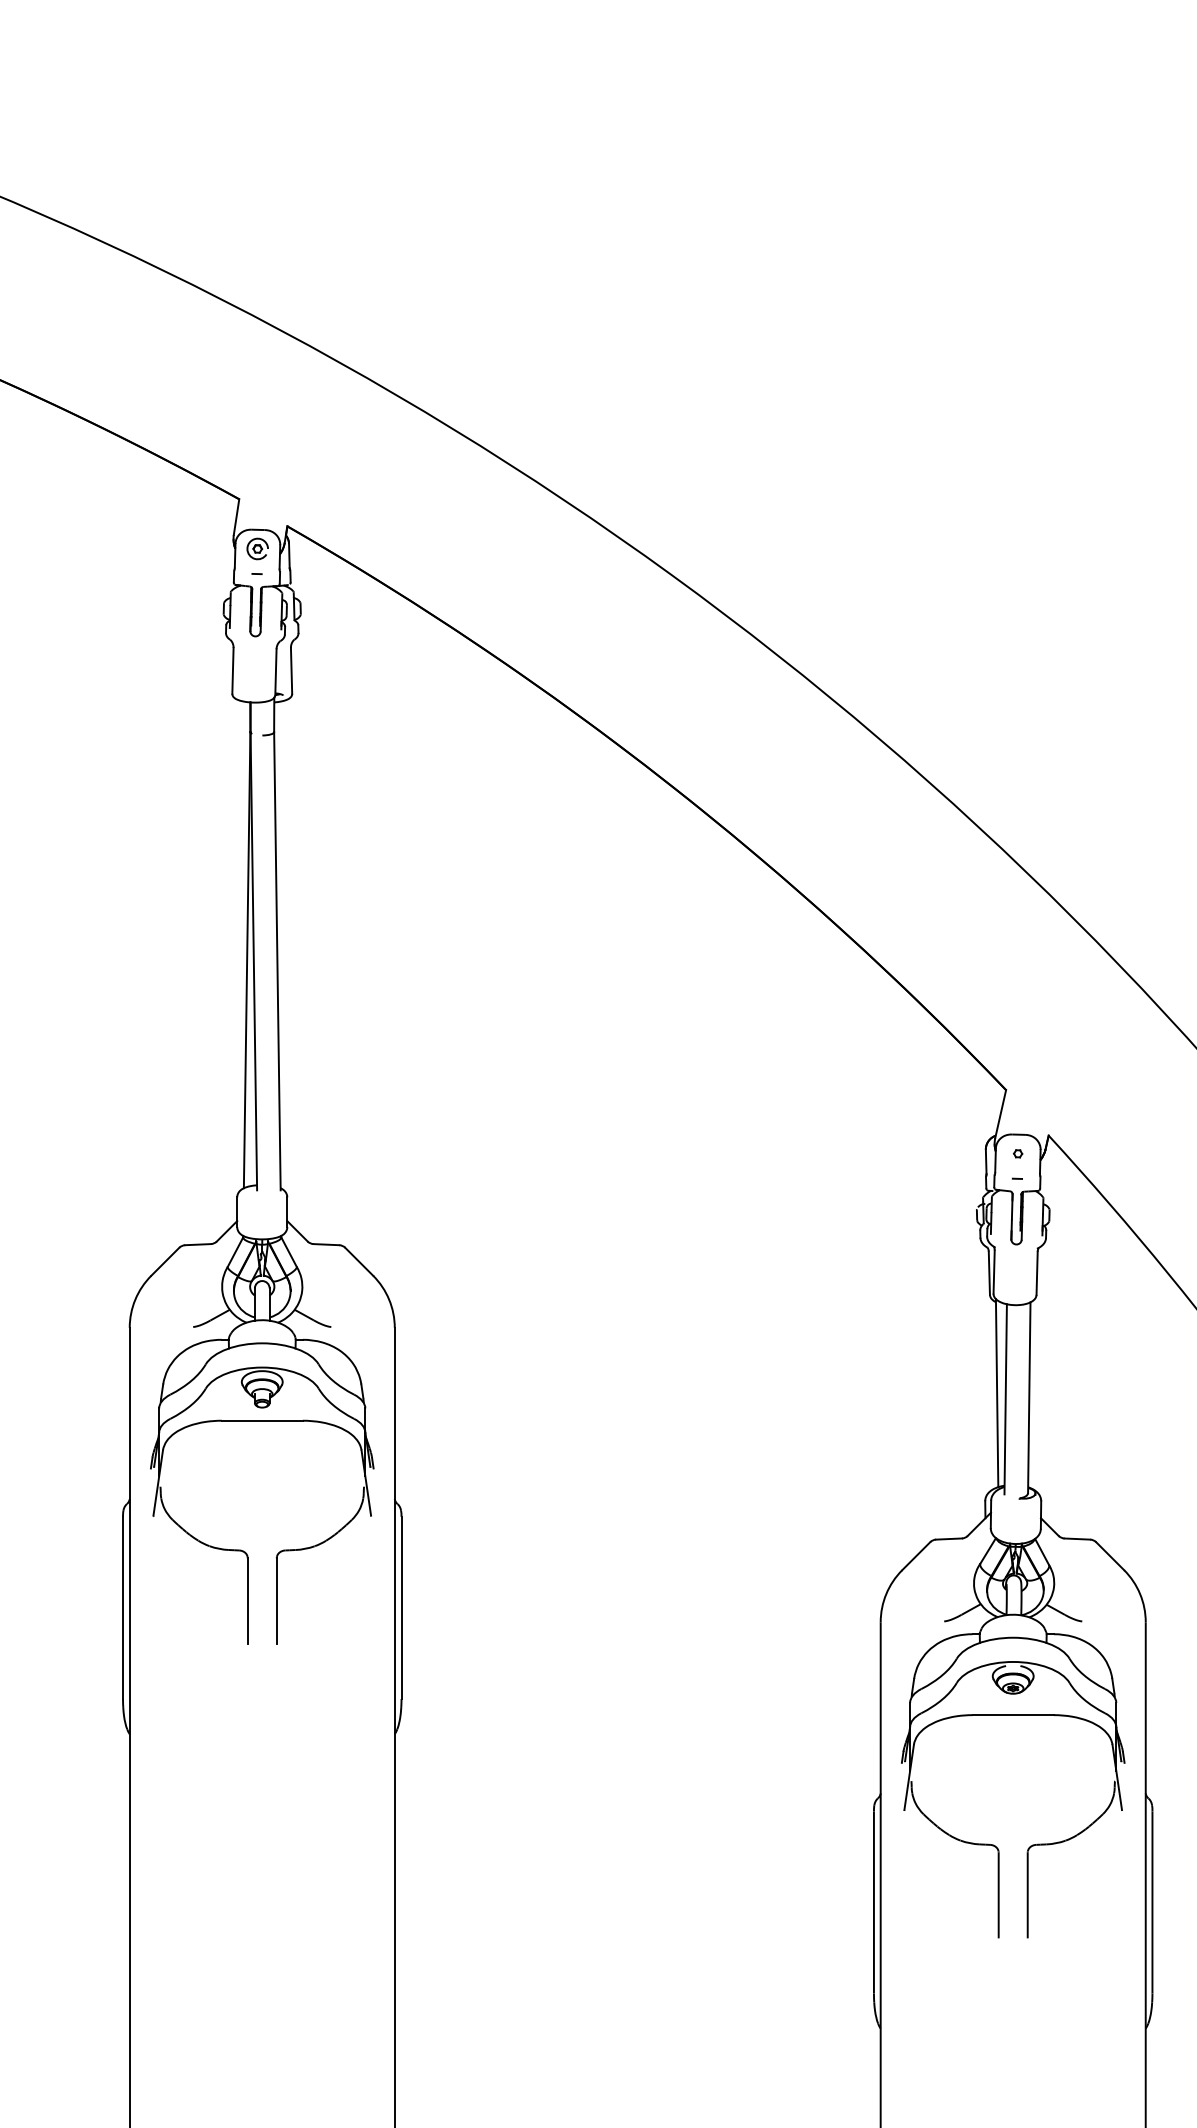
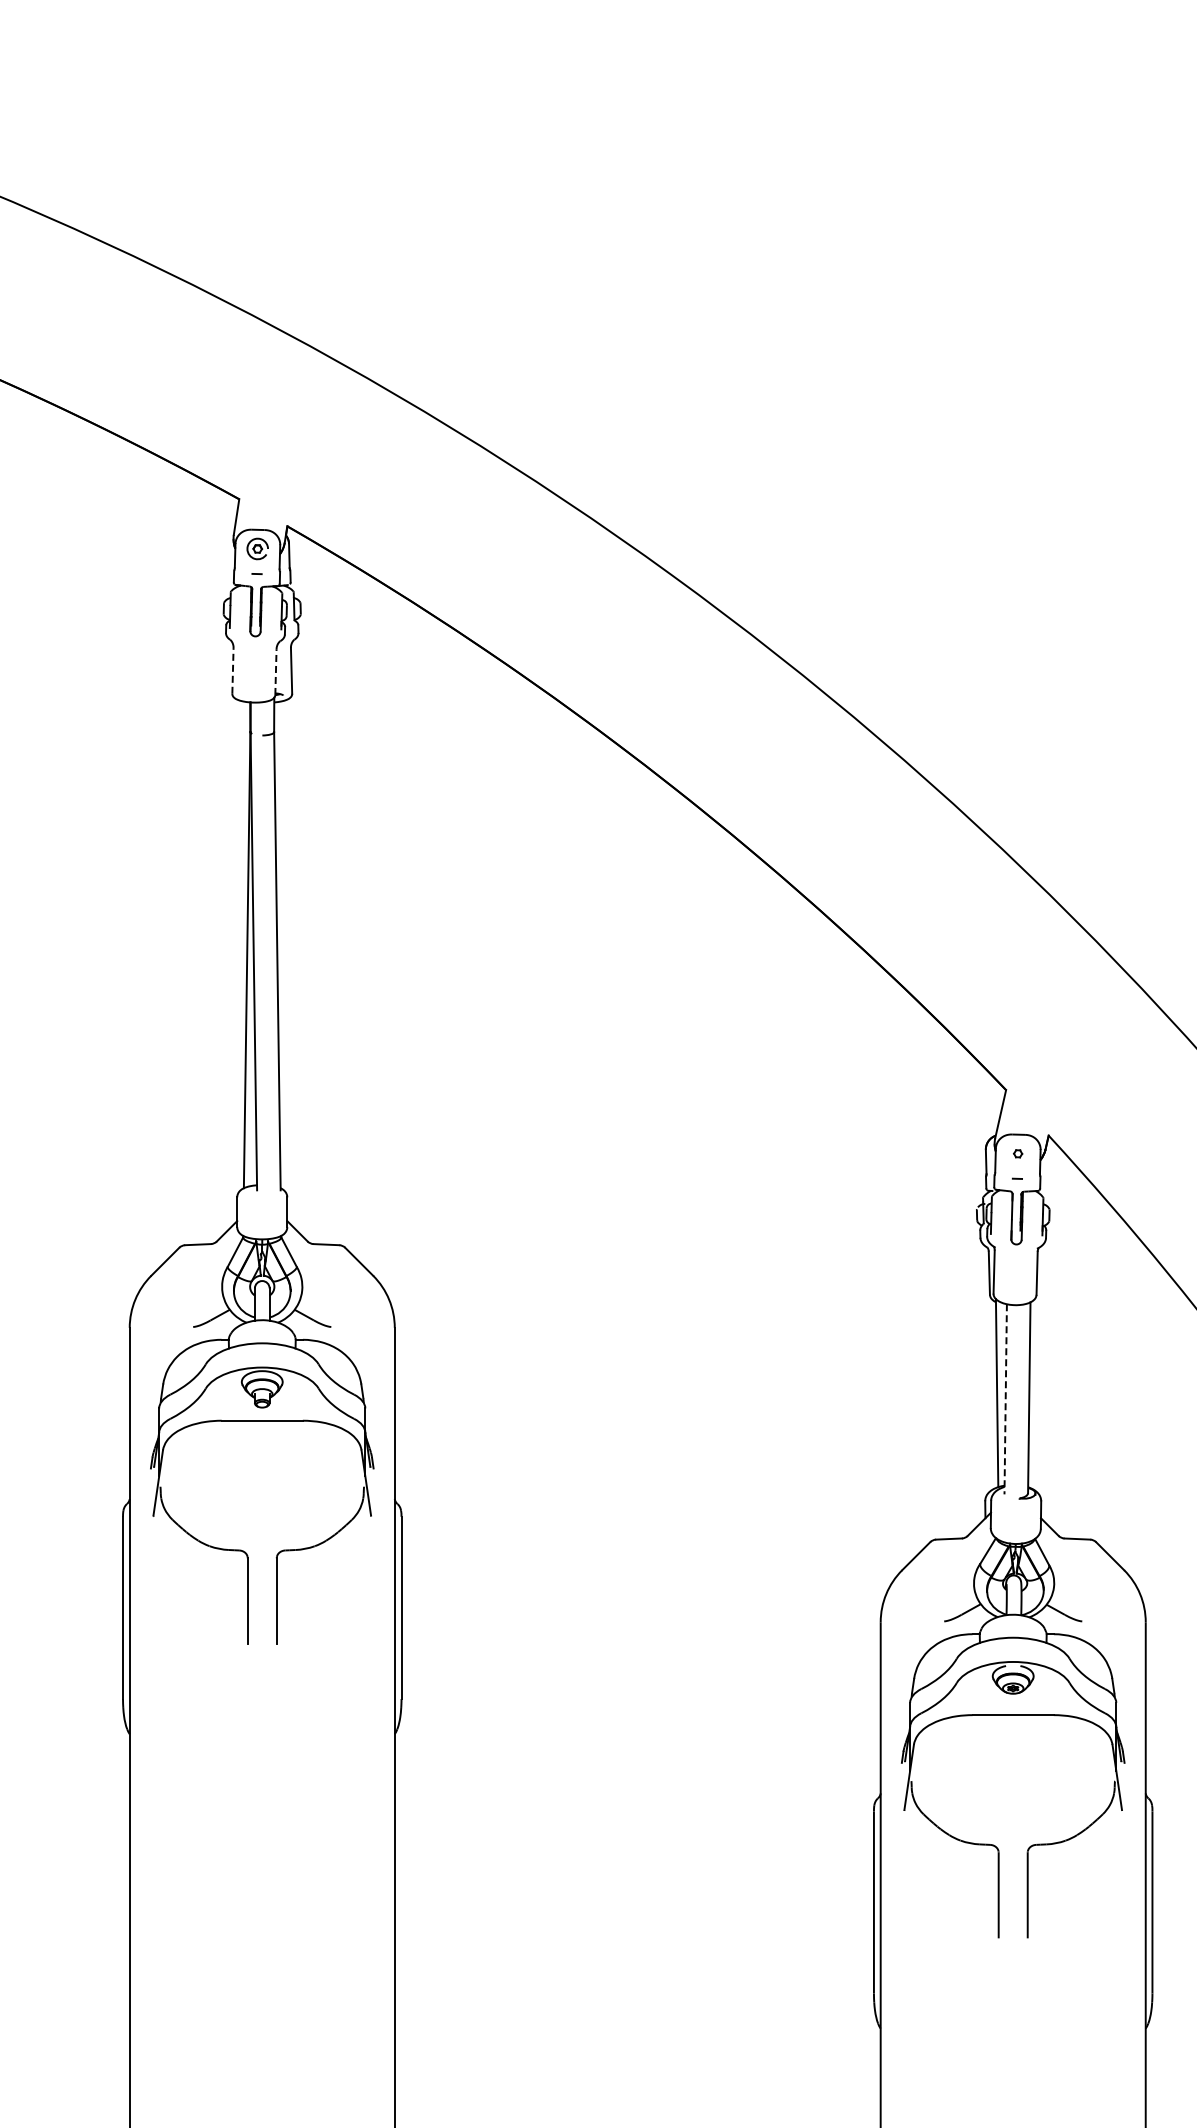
line at (232, 670): solid -> dashed
line at (275, 672): solid -> dashed
line at (1005, 1399): solid -> dashed
